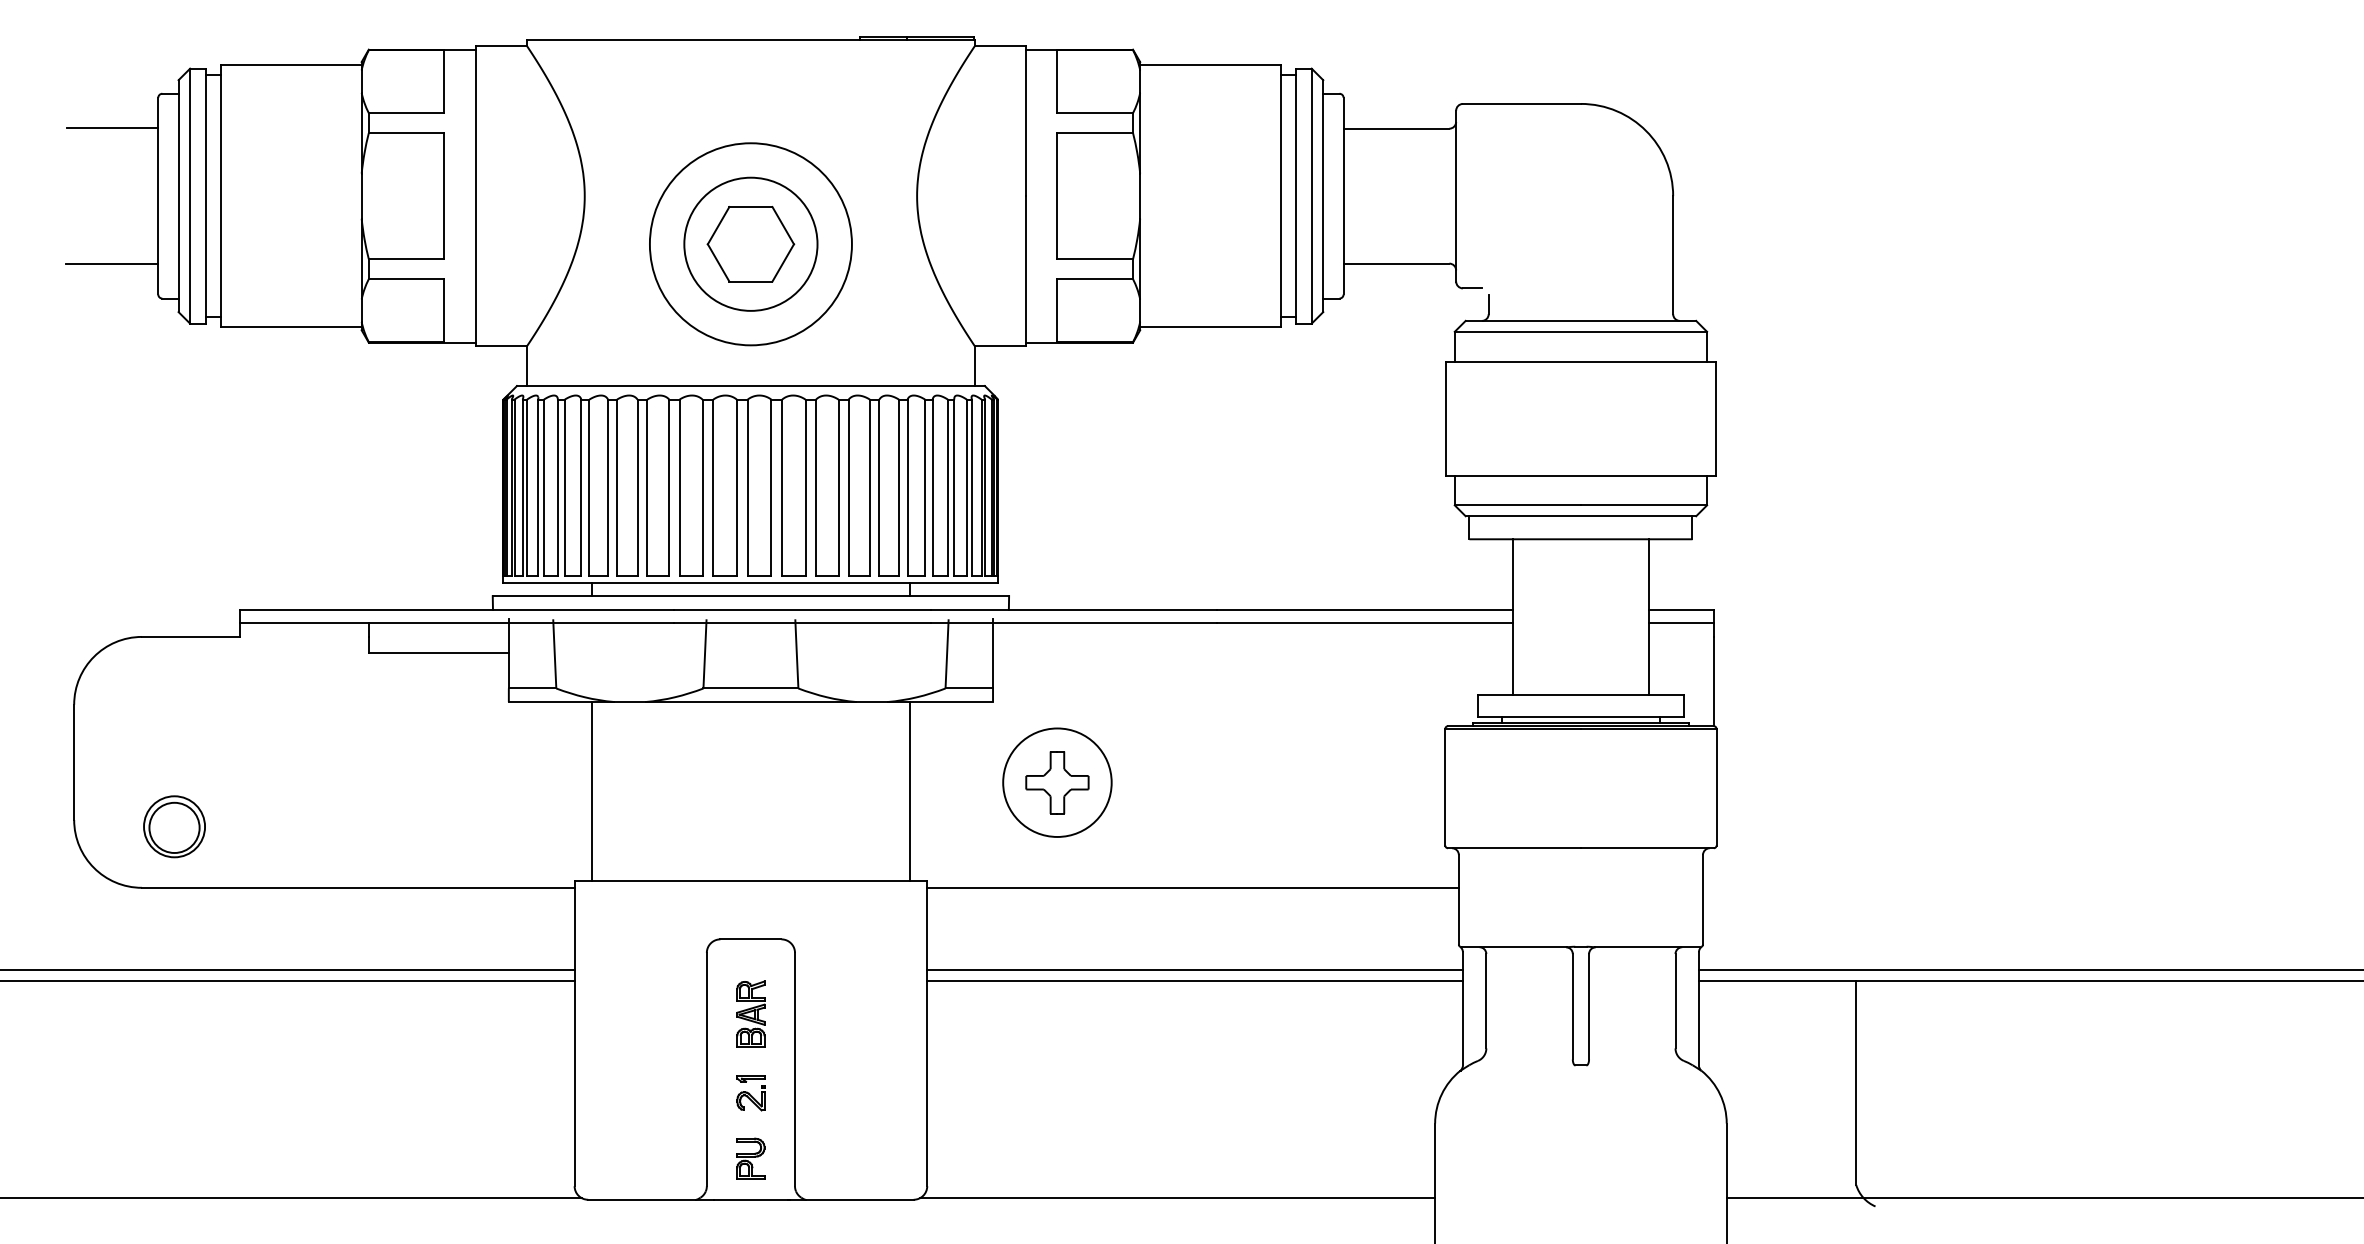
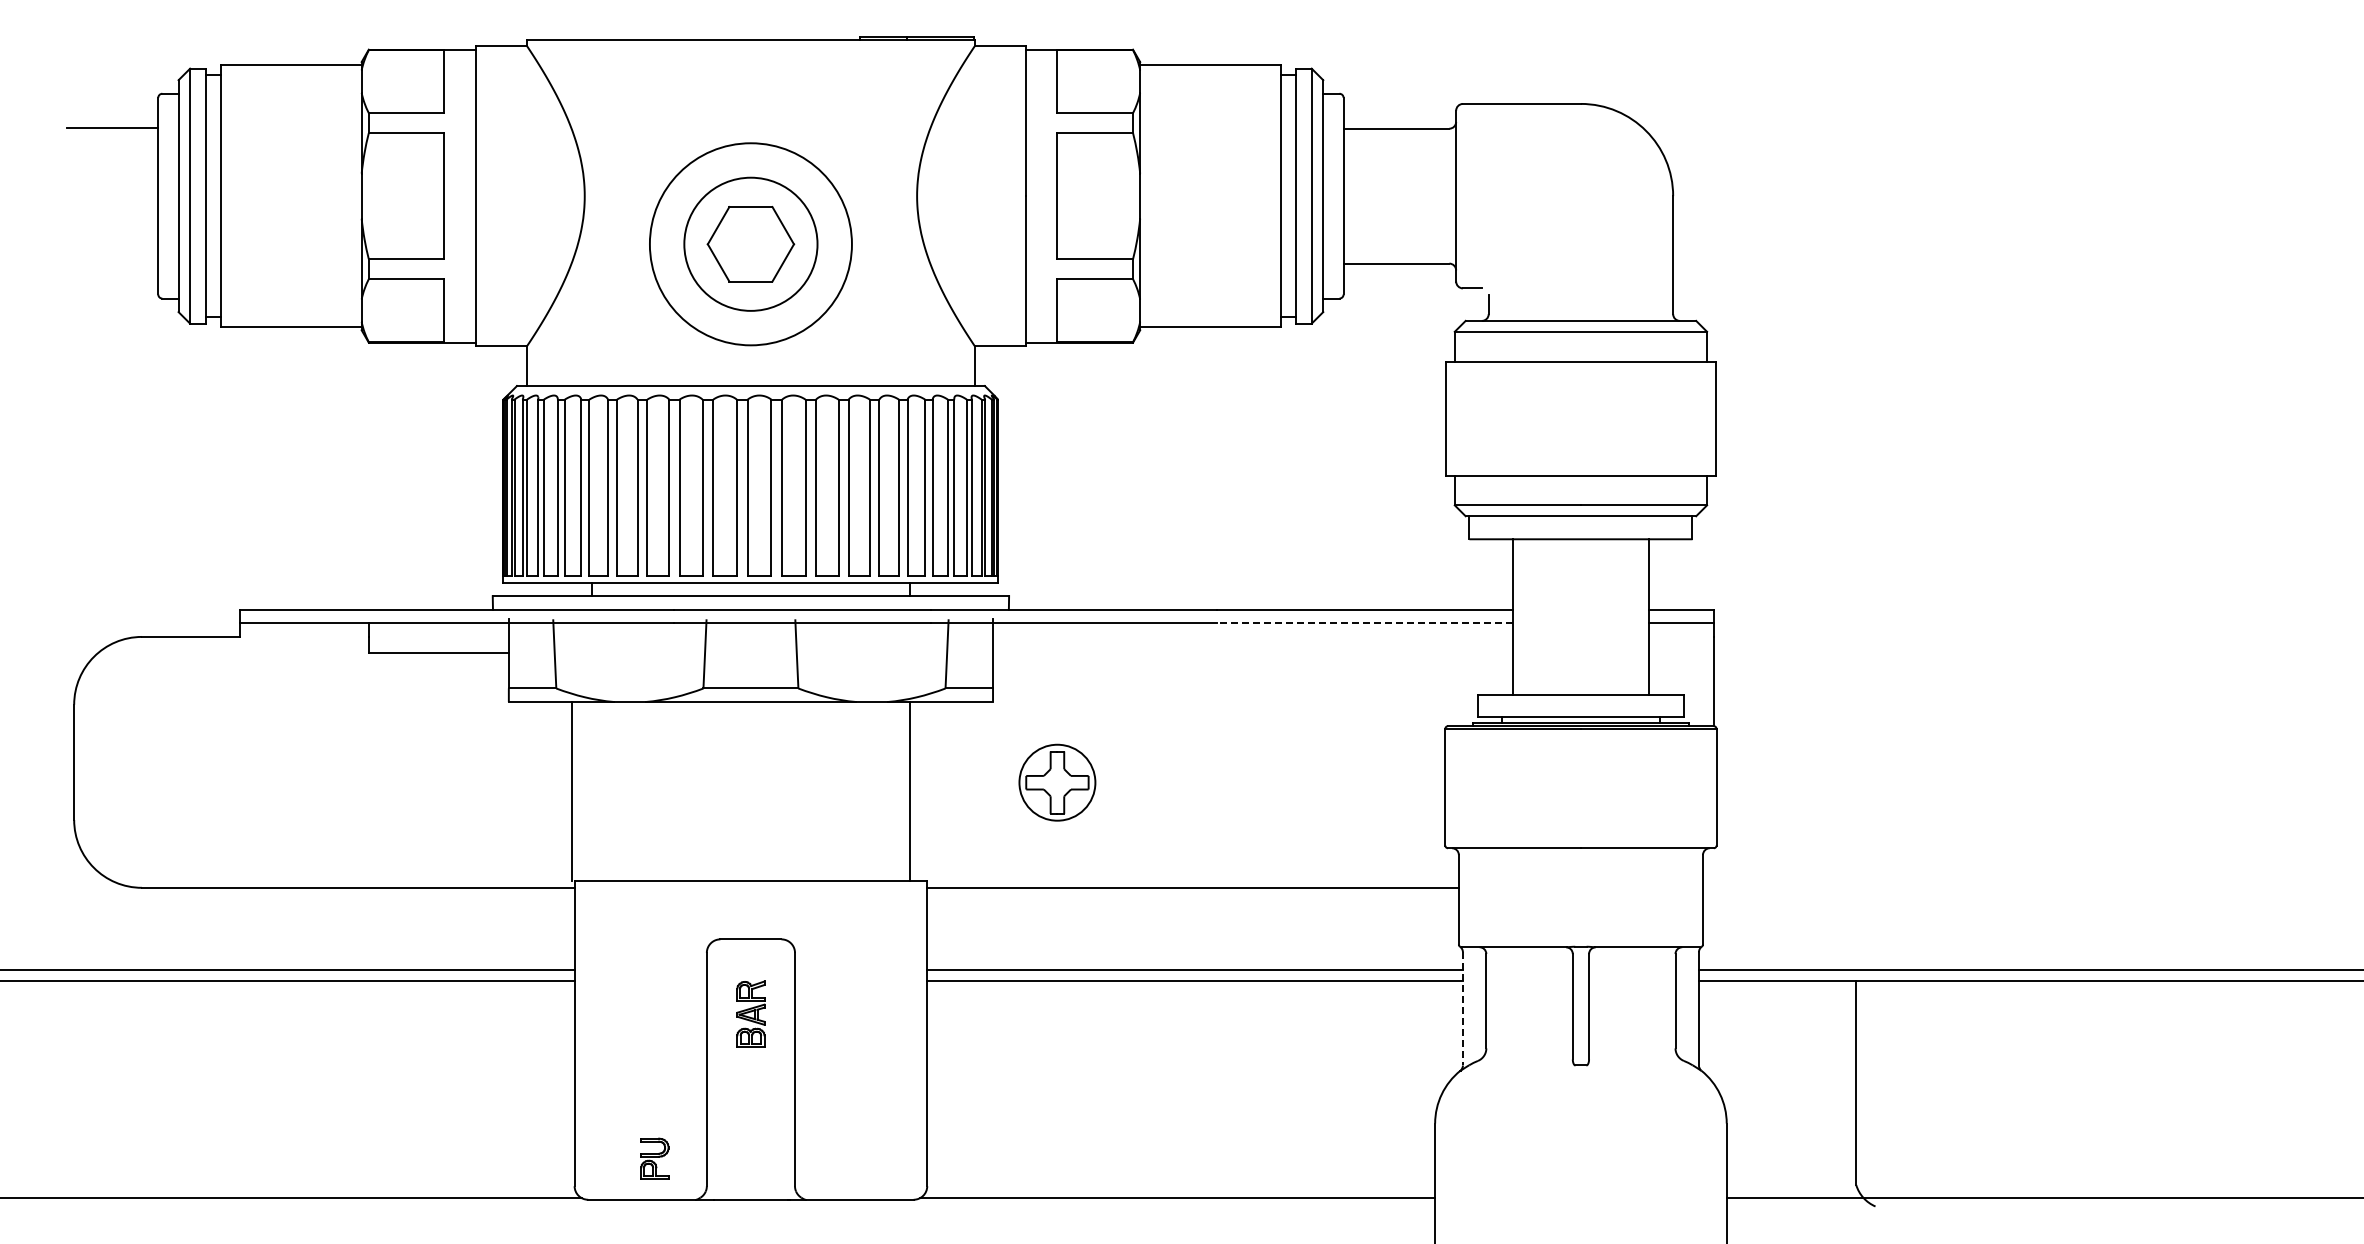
line at (111, 263): present -> none
line at (1364, 623): solid -> dashed
circle at (1057, 782) diameter: 108 px -> 76 px
line at (591, 791) position: (591, 791) -> (571, 791)
part at (174, 826): present -> none
line at (1462, 1008): solid -> dashed
part at (750, 1093): present -> none
part at (750, 1158) position: (750, 1158) -> (654, 1158)
